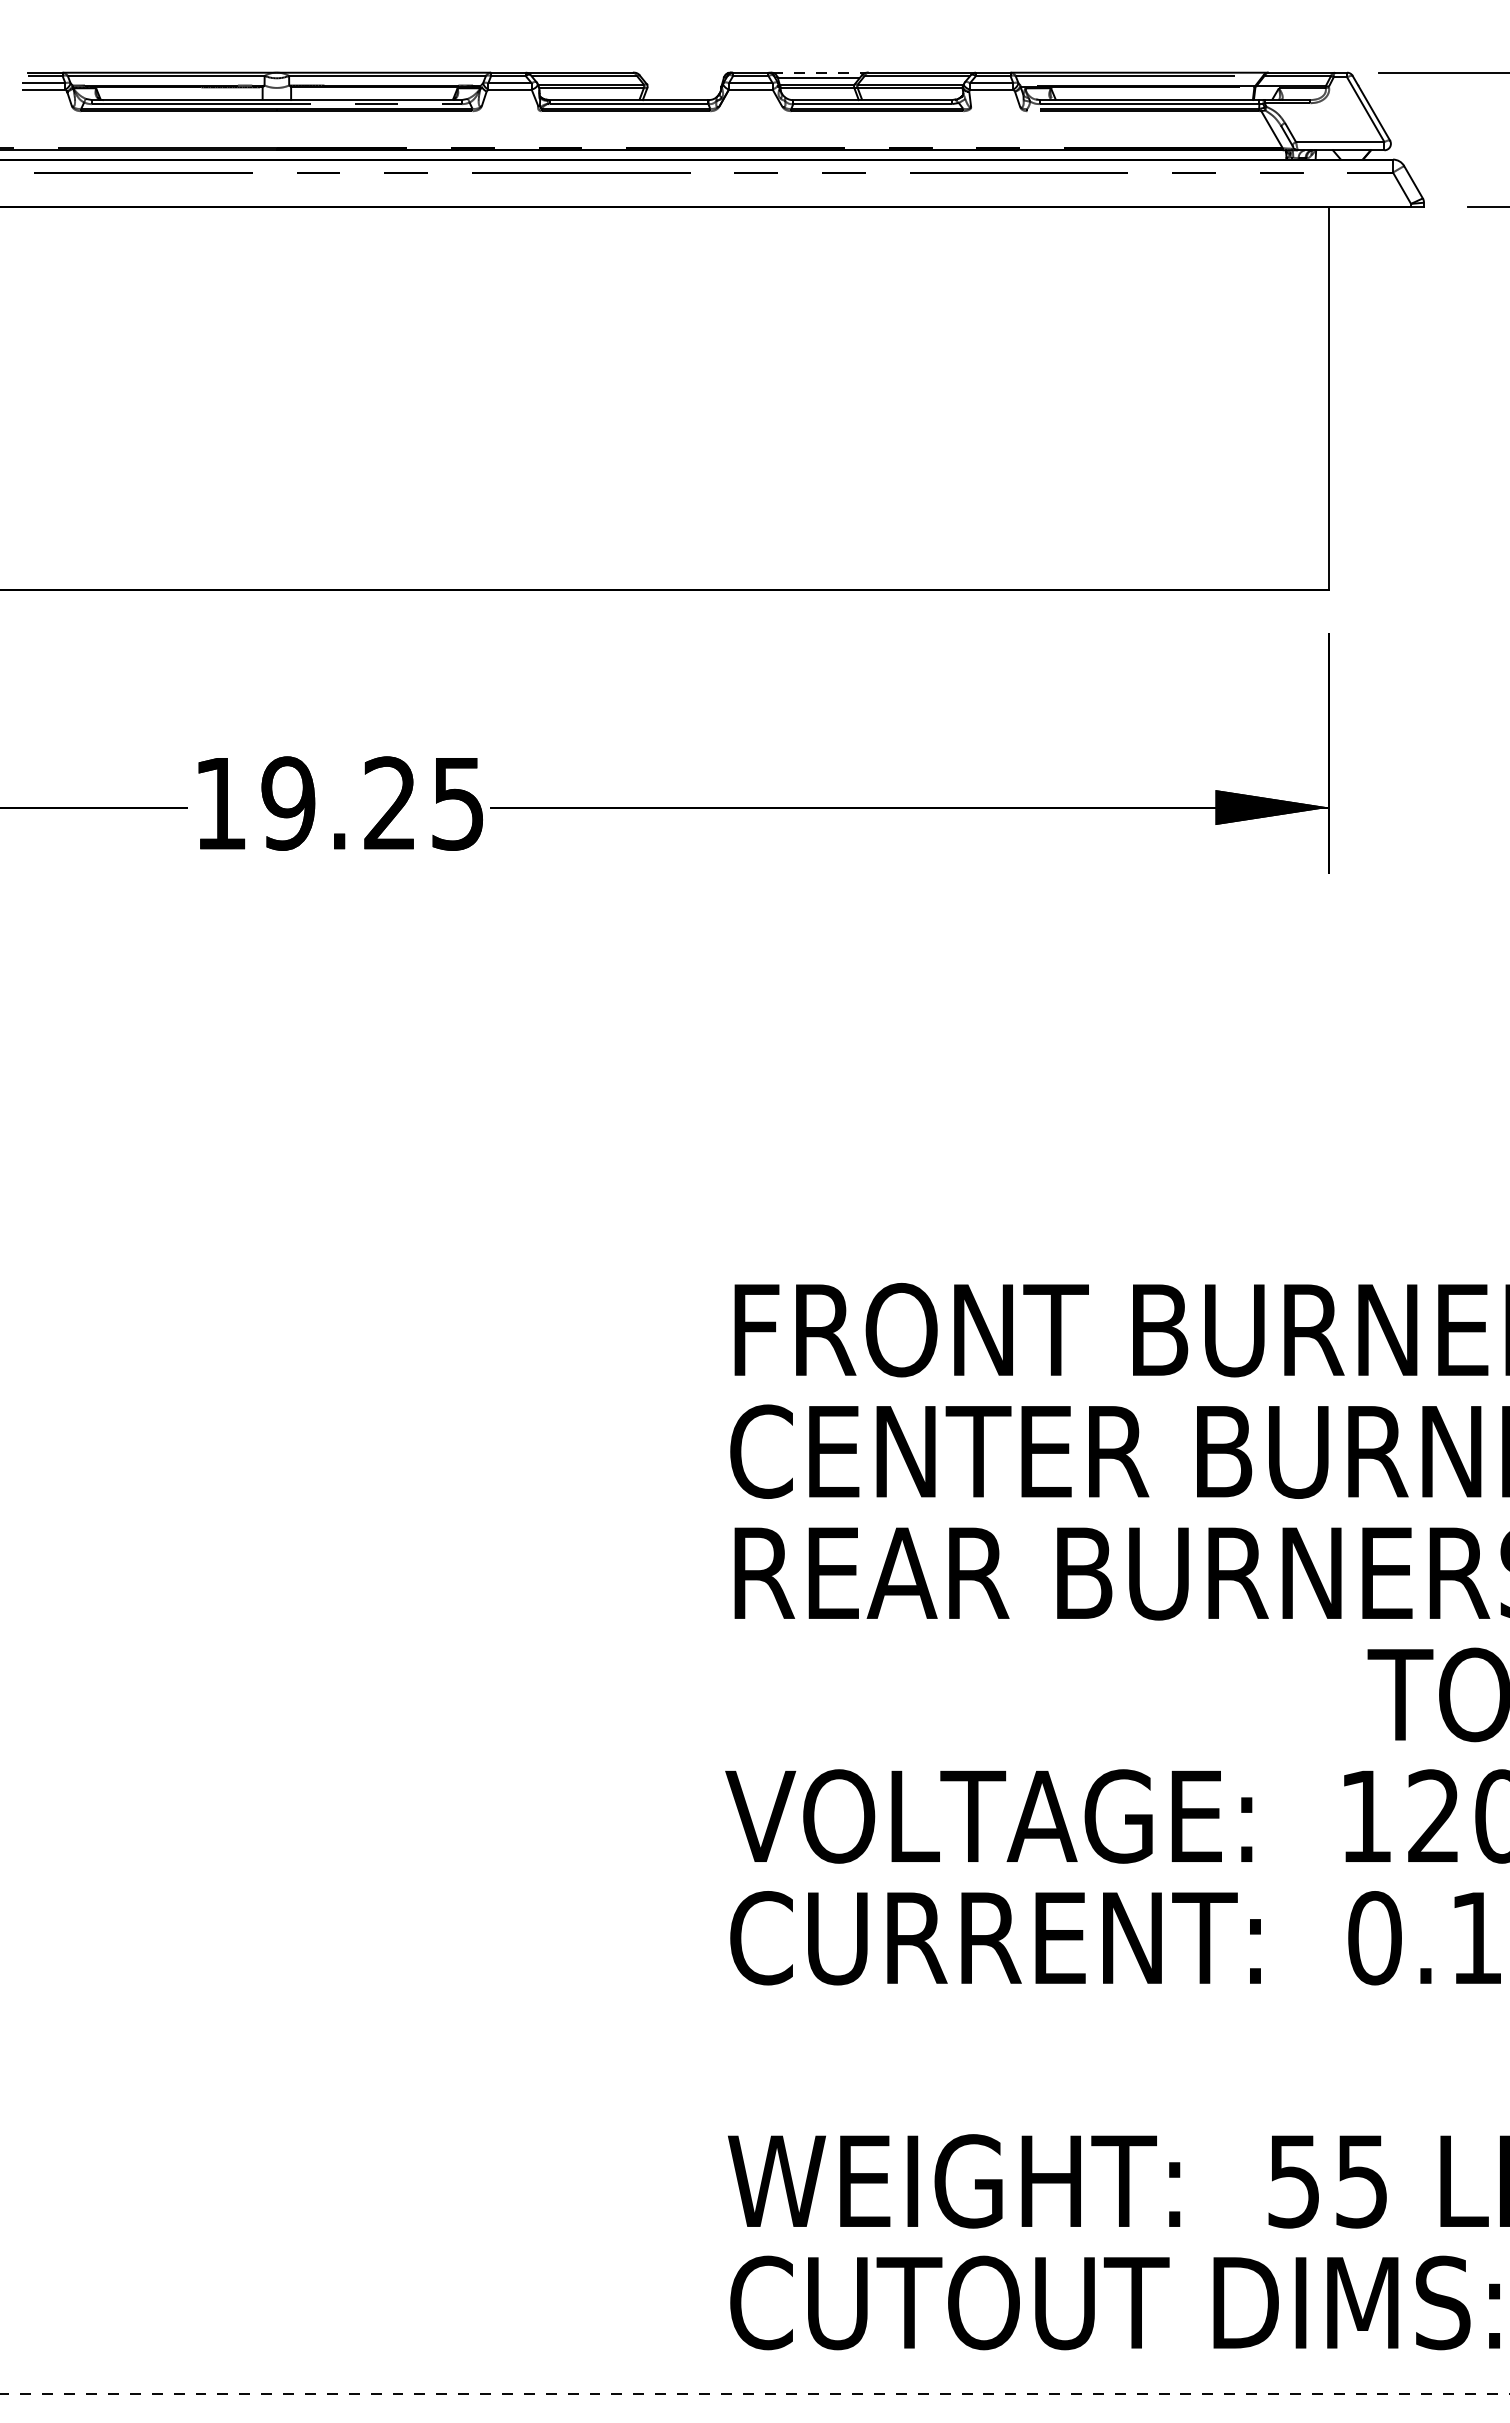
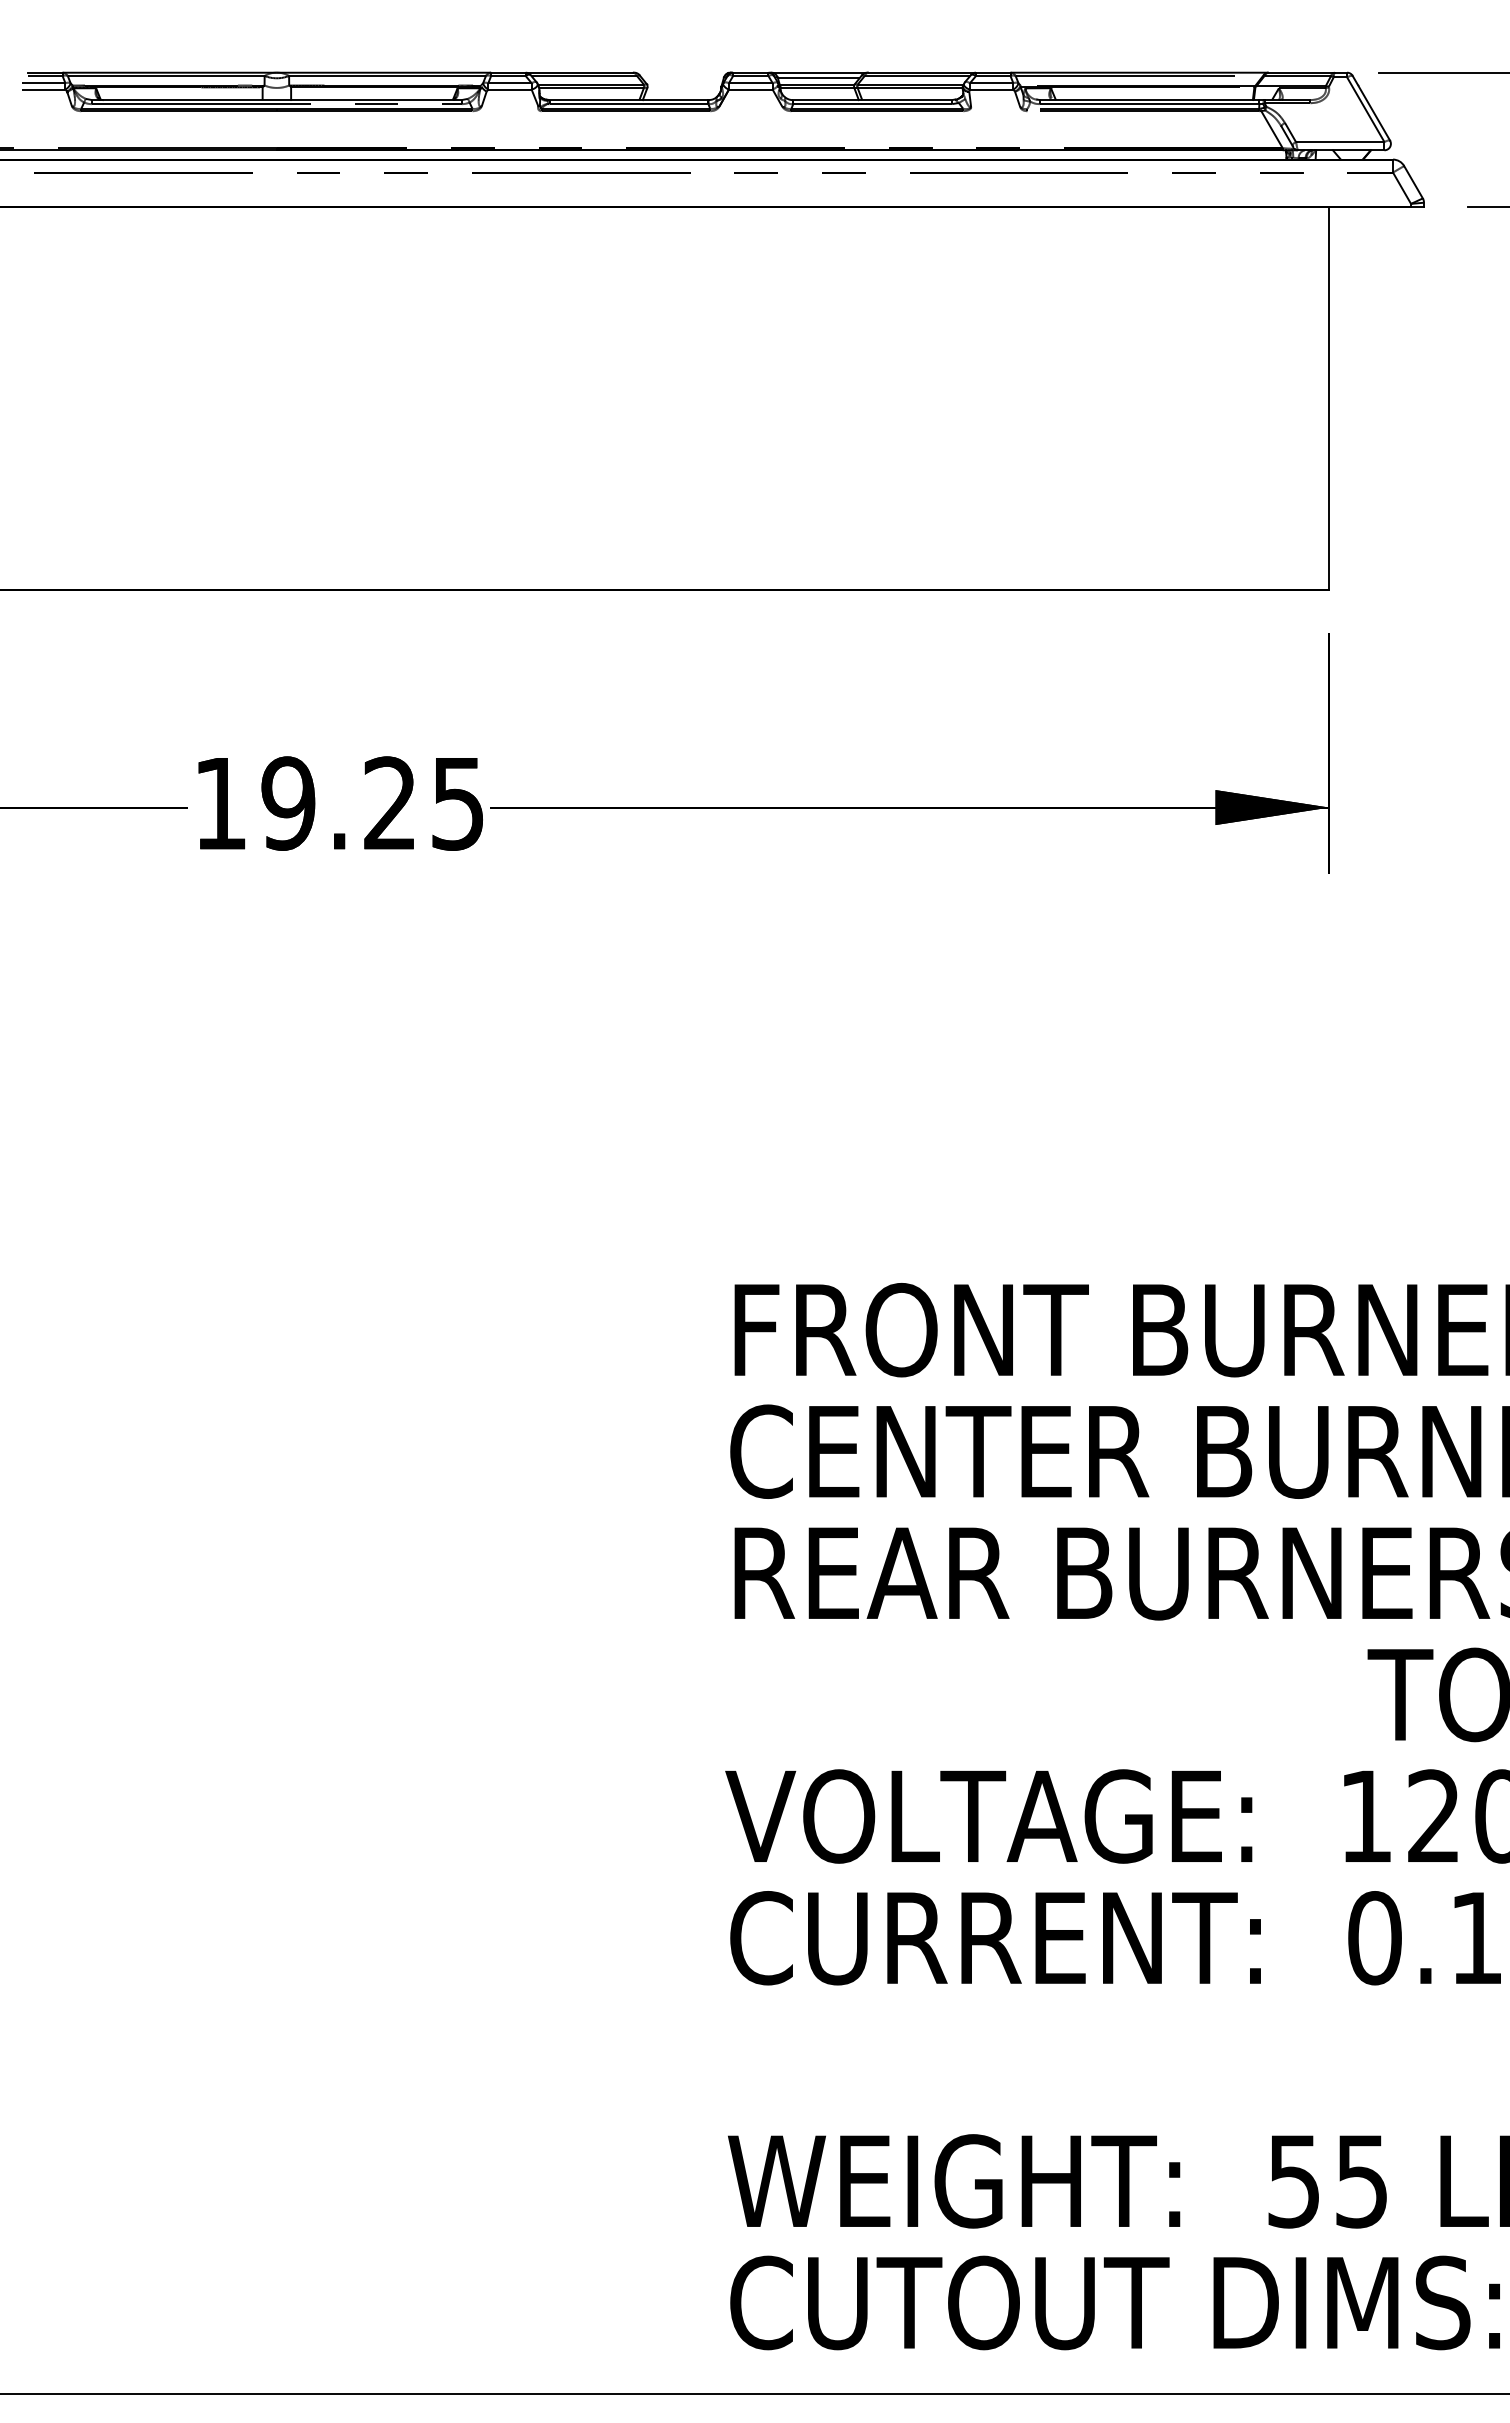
line at (819, 72): dashed -> solid
line at (755, 2394): dashed -> solid
